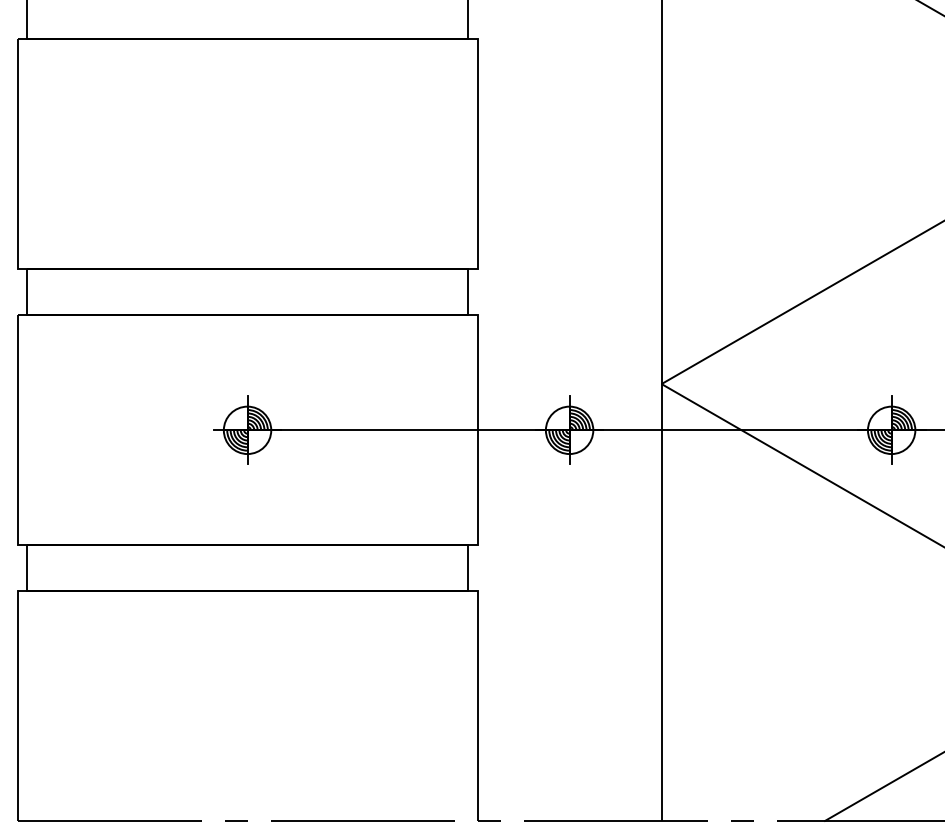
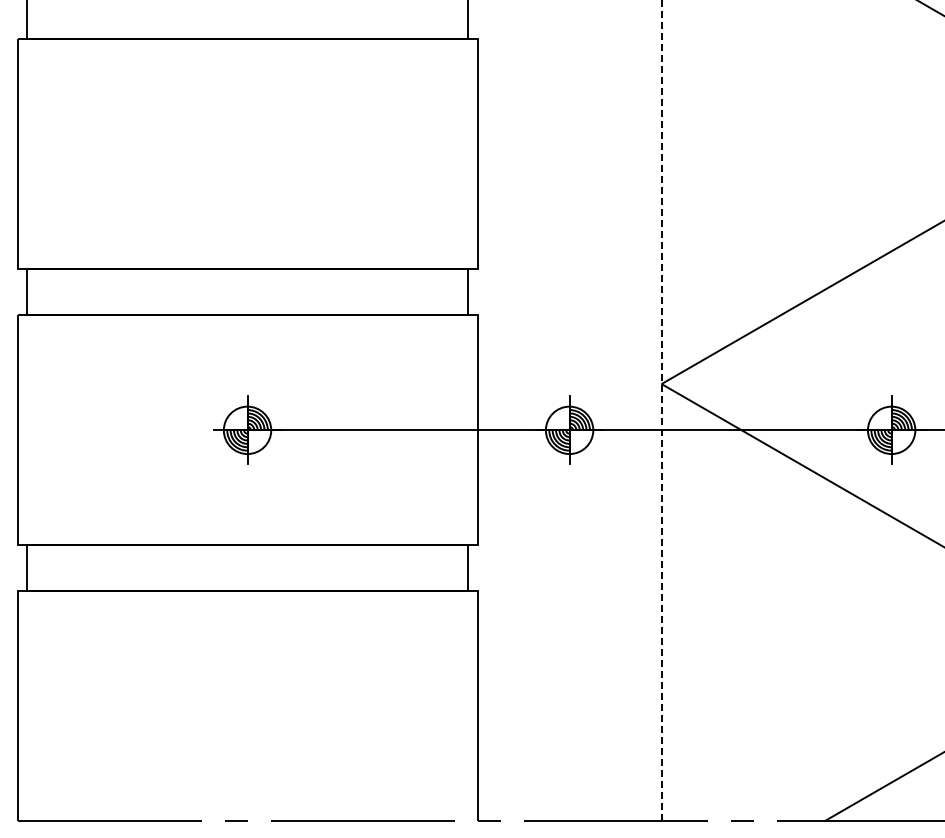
line at (661, 410): solid -> dashed
